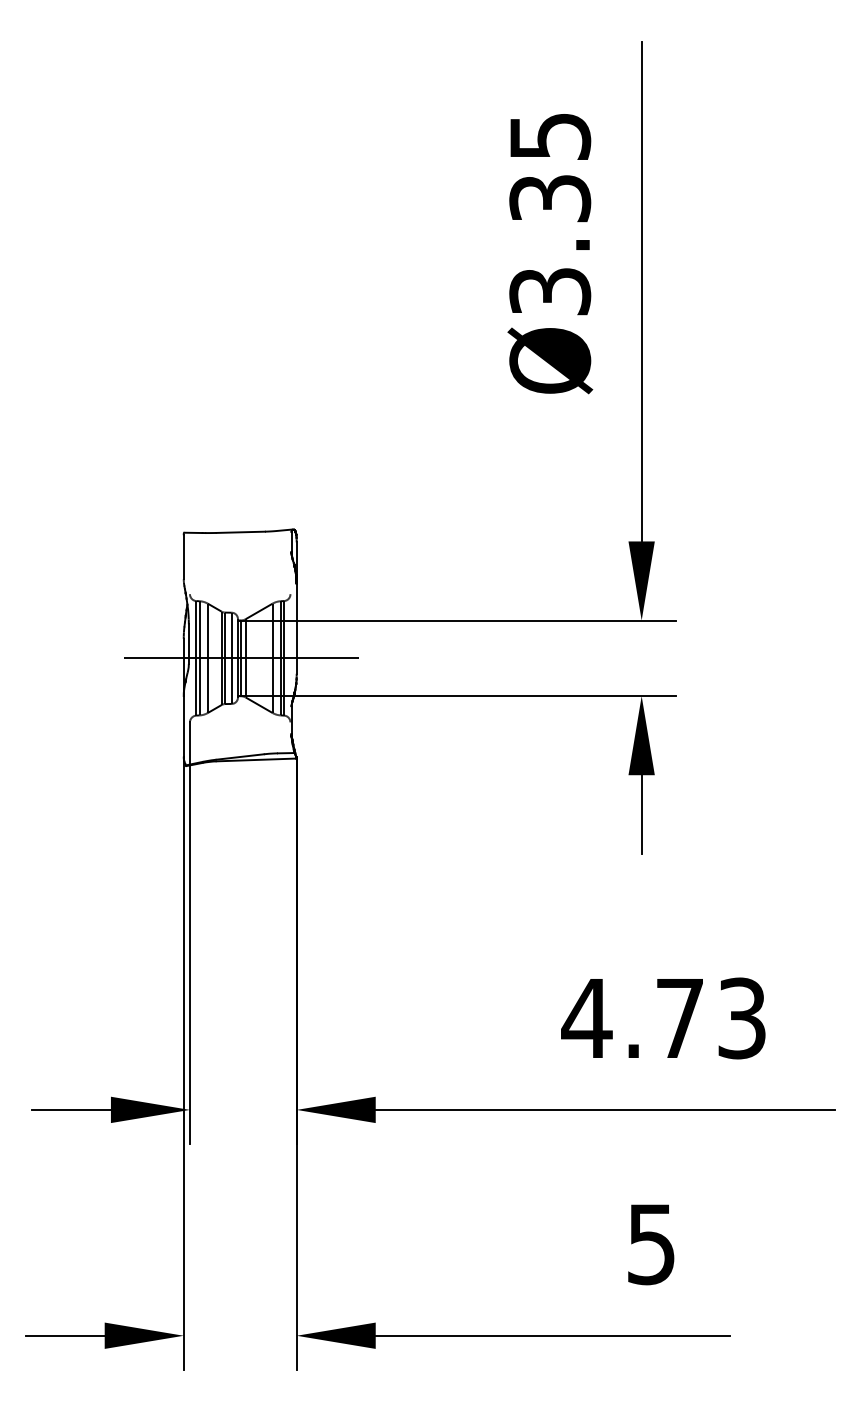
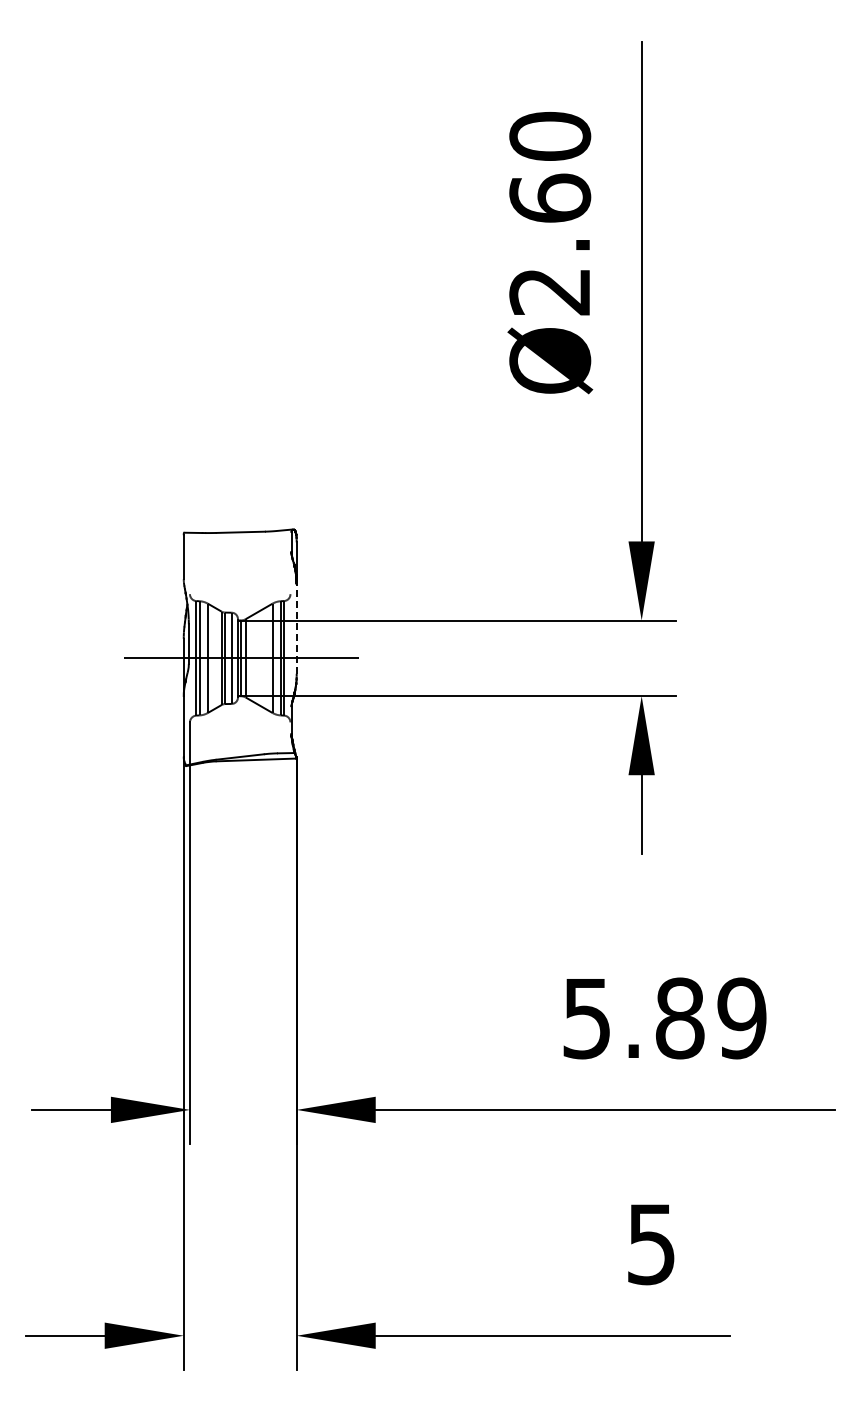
text at (550, 213): Ø3.35 -> Ø2.60
line at (296, 628): solid -> dashed
text at (663, 1018): 4.73 -> 5.89
